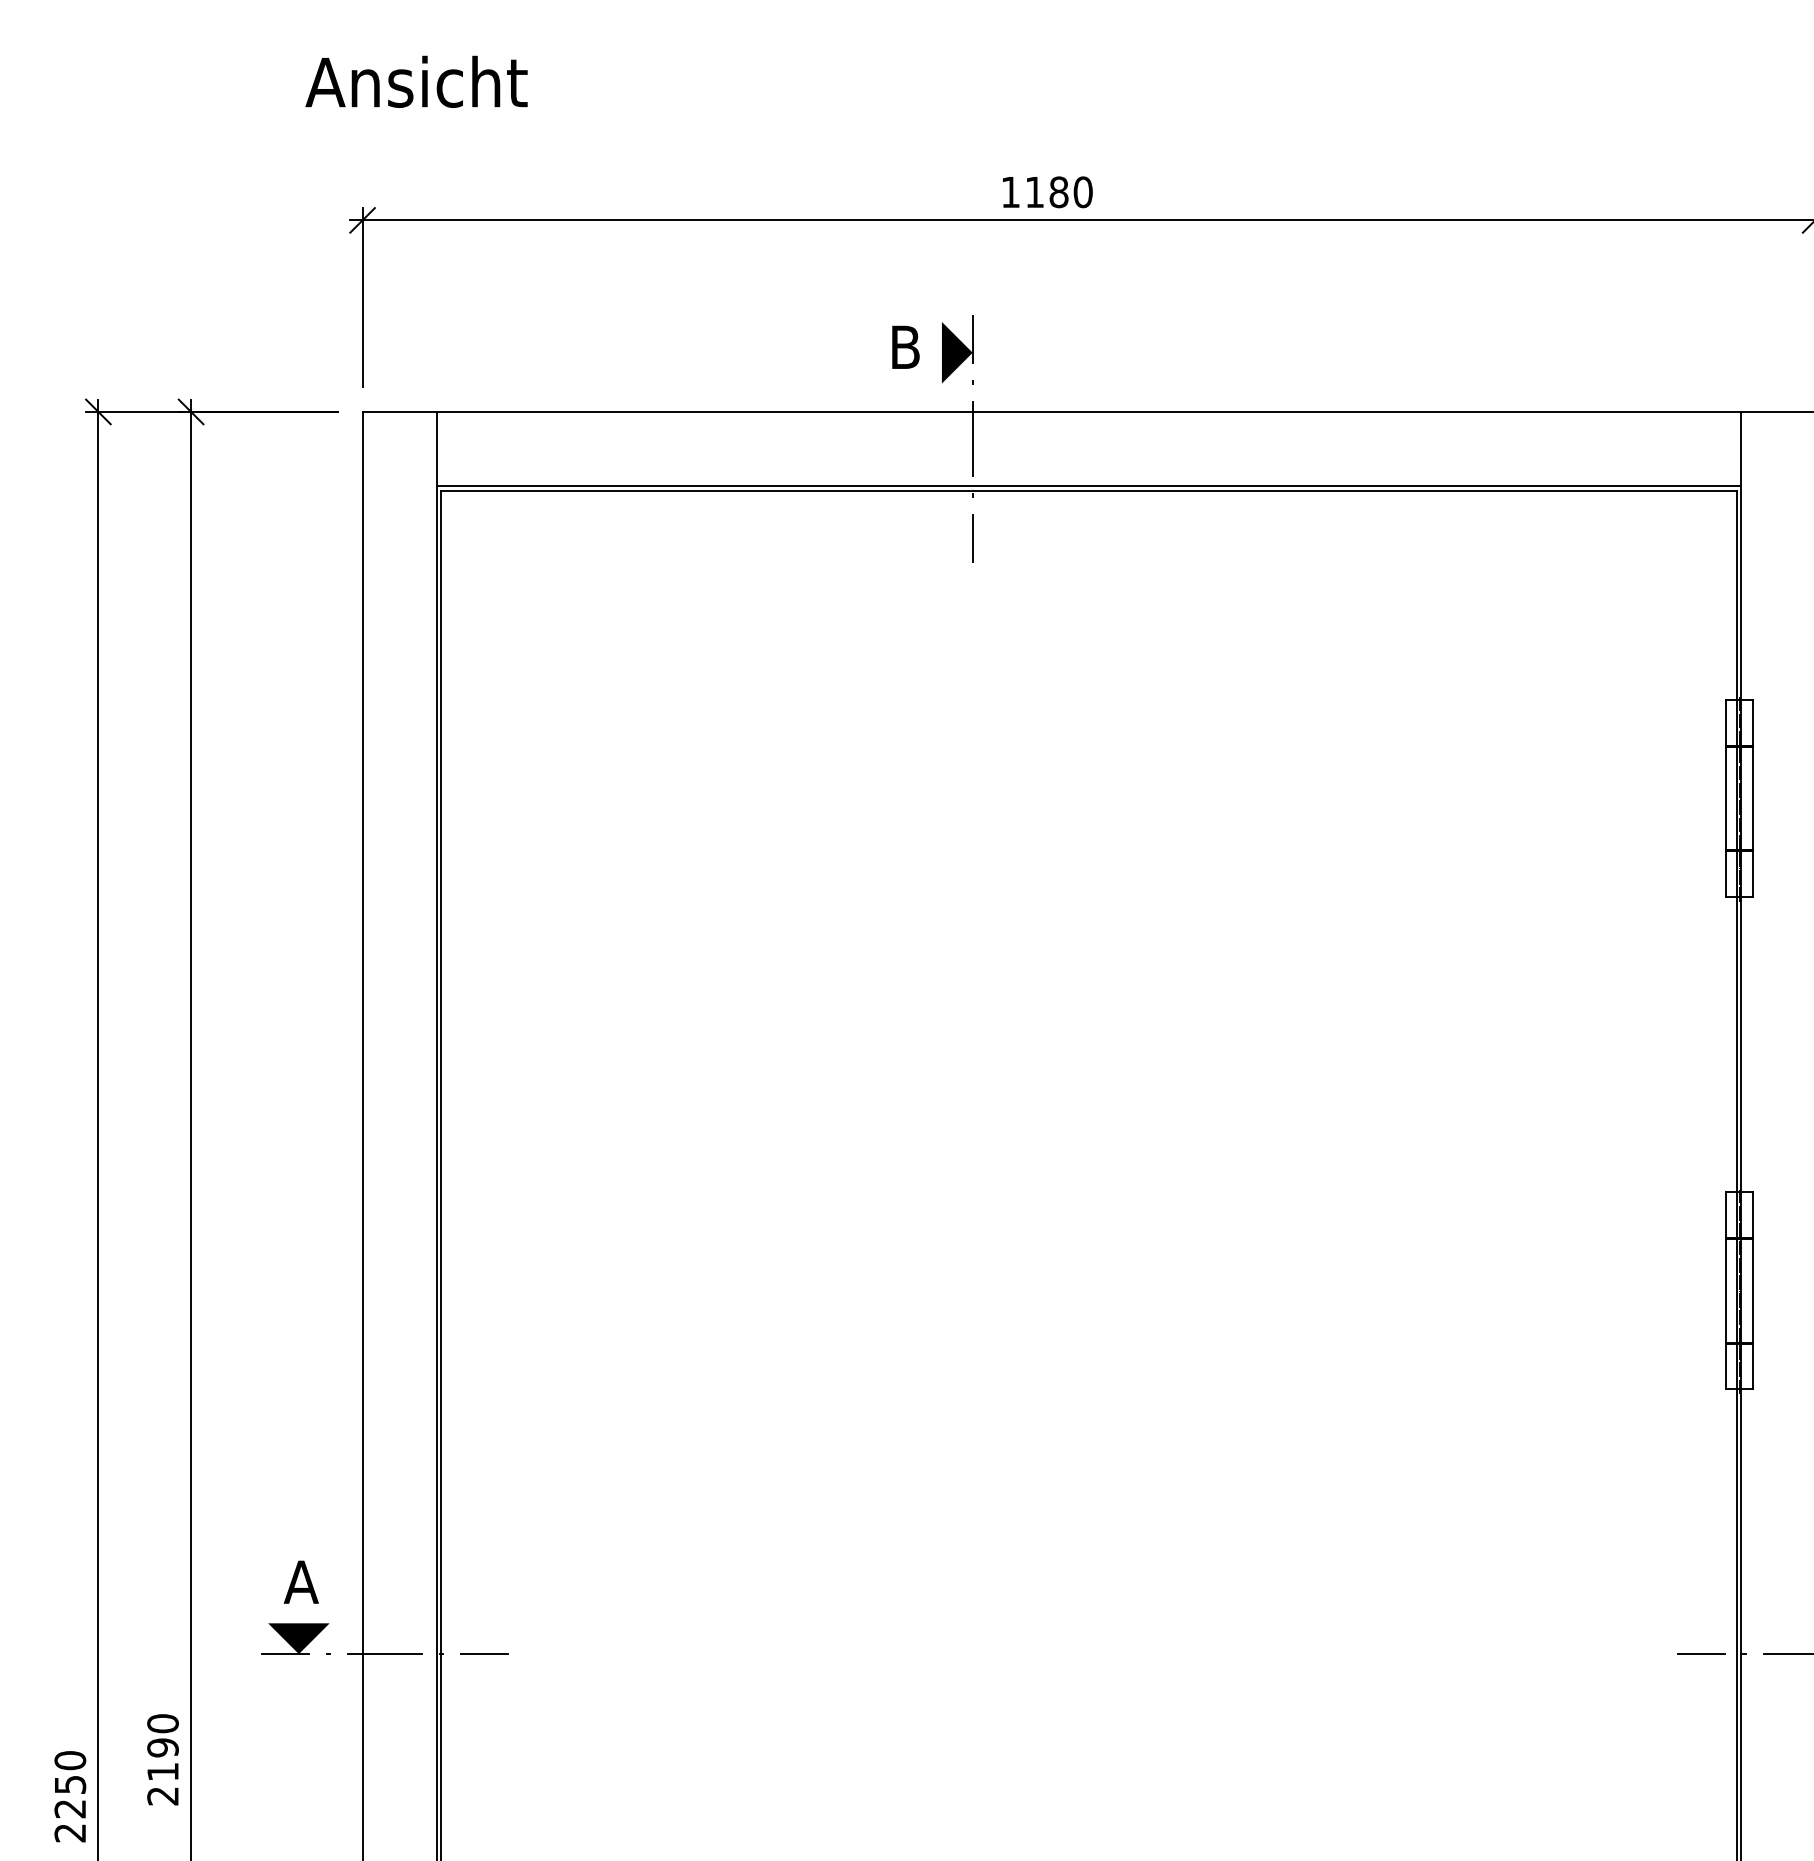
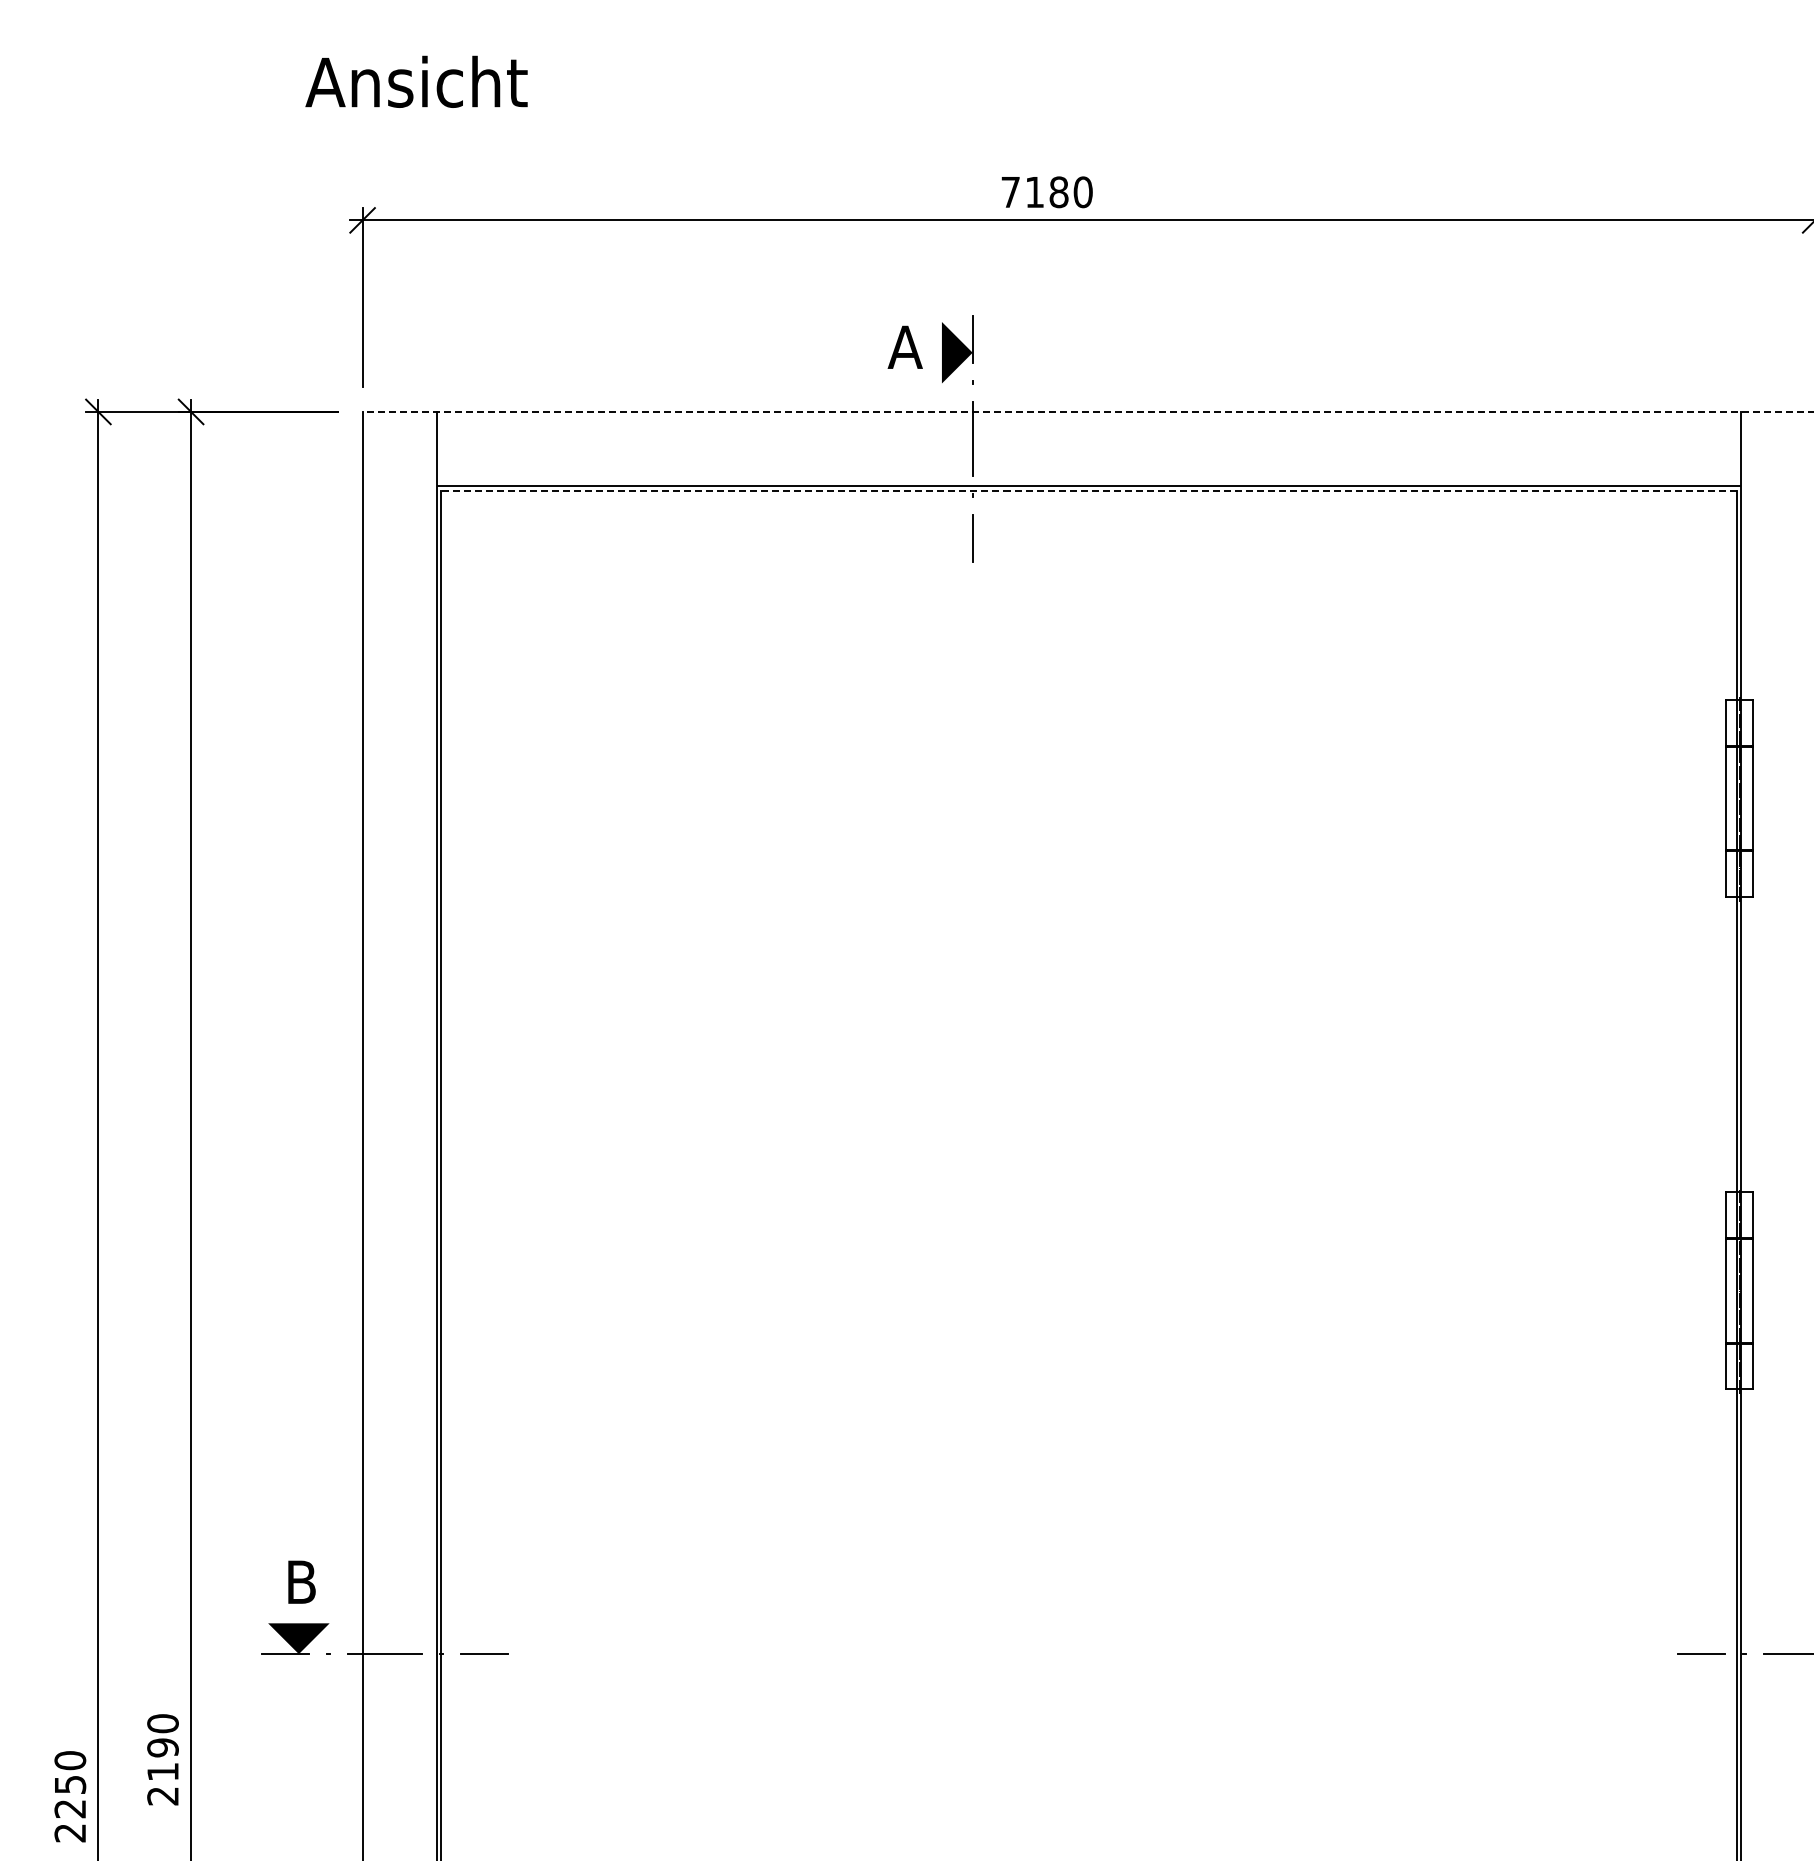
text at (1010, 192): 1180 -> 7180
text at (904, 346): B -> A
line at (1087, 411): solid -> dashed
line at (1088, 490): solid -> dashed
text at (300, 1581): A -> B
